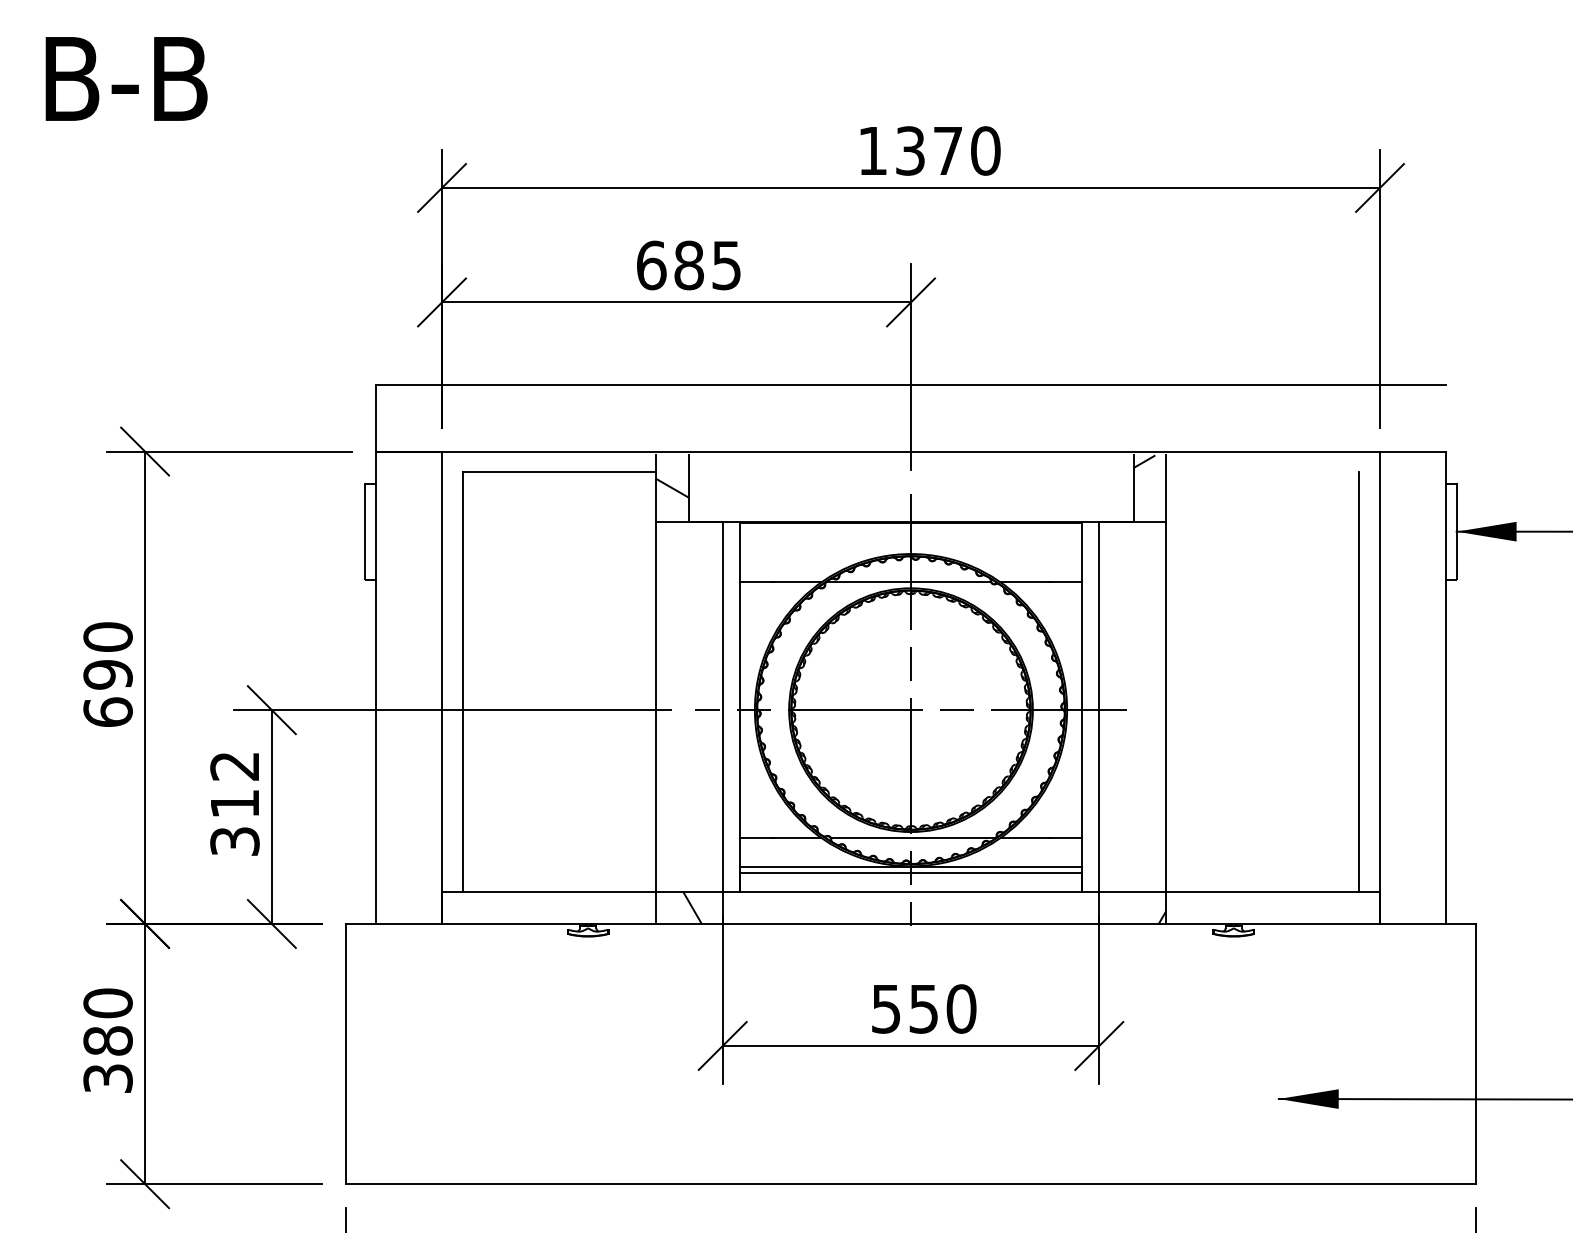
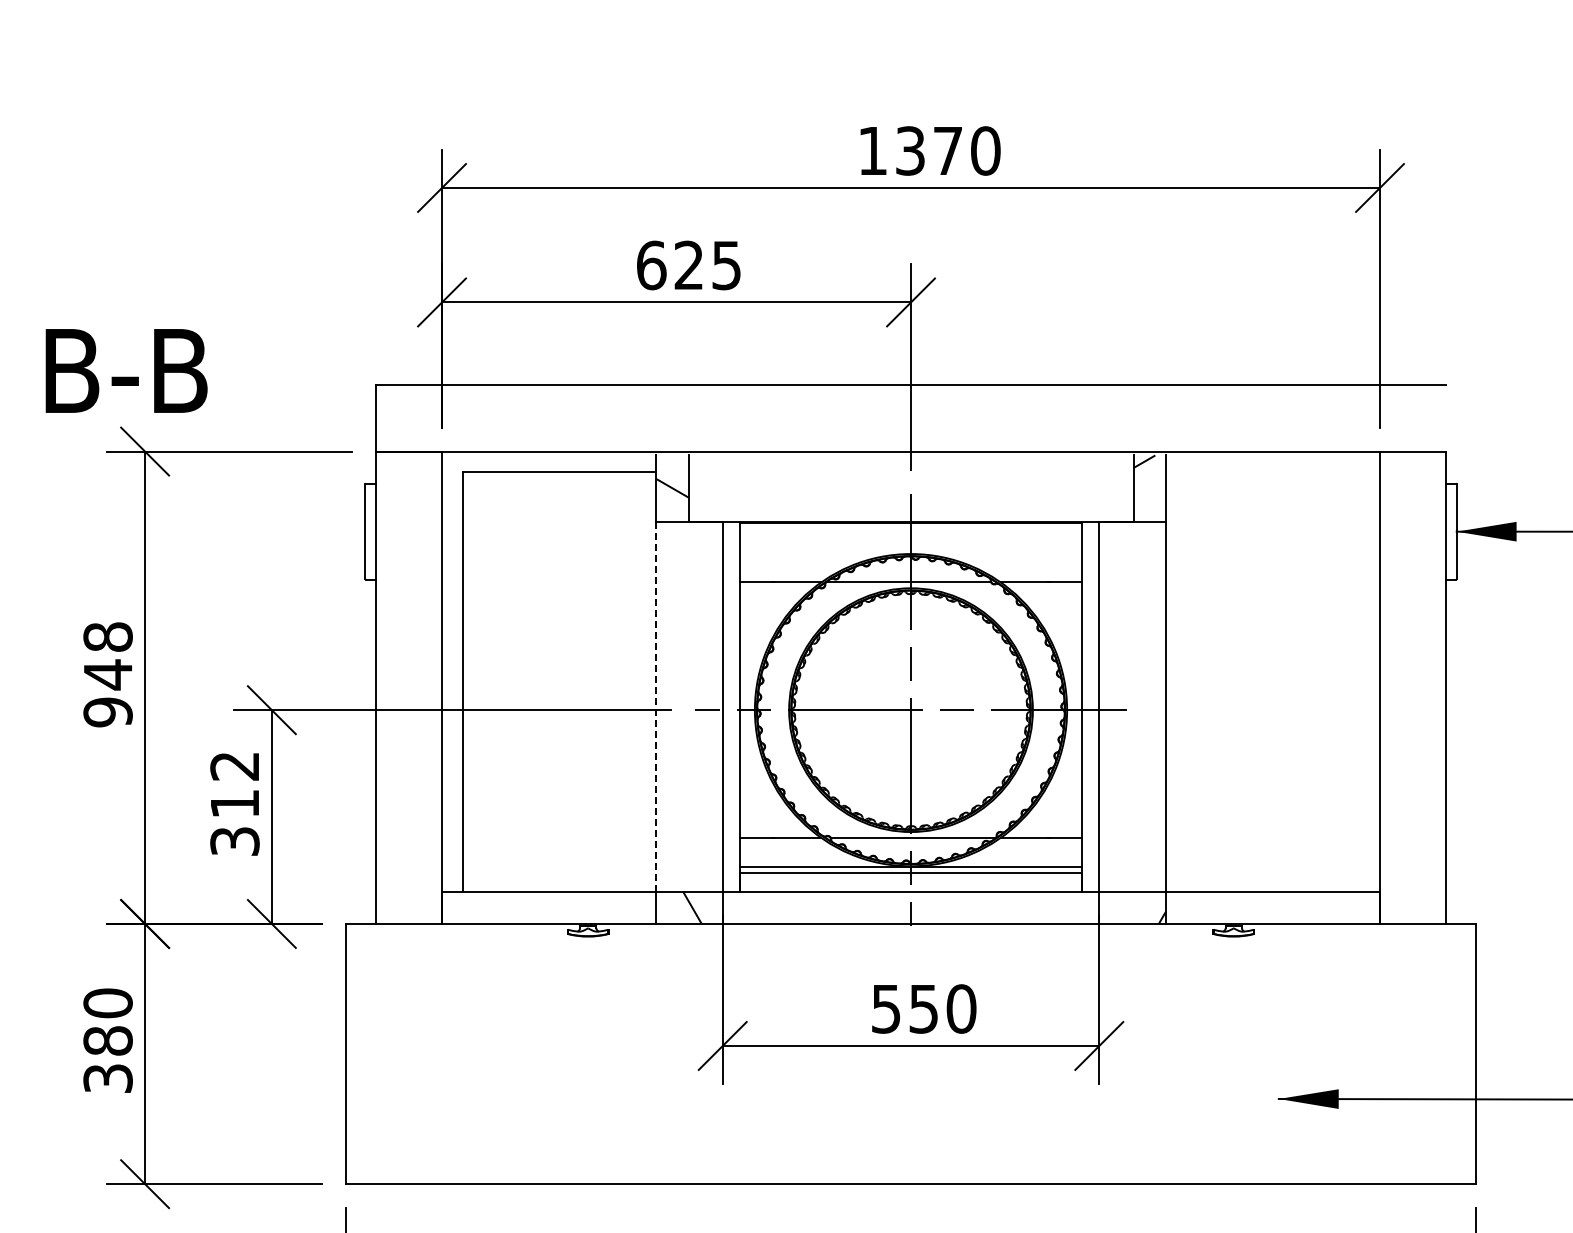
text at (126, 78) position: (126, 78) -> (126, 370)
text at (688, 265): 685 -> 625
text at (107, 674): 690 -> 948
line at (1359, 681): present -> none
line at (656, 706): solid -> dashed
